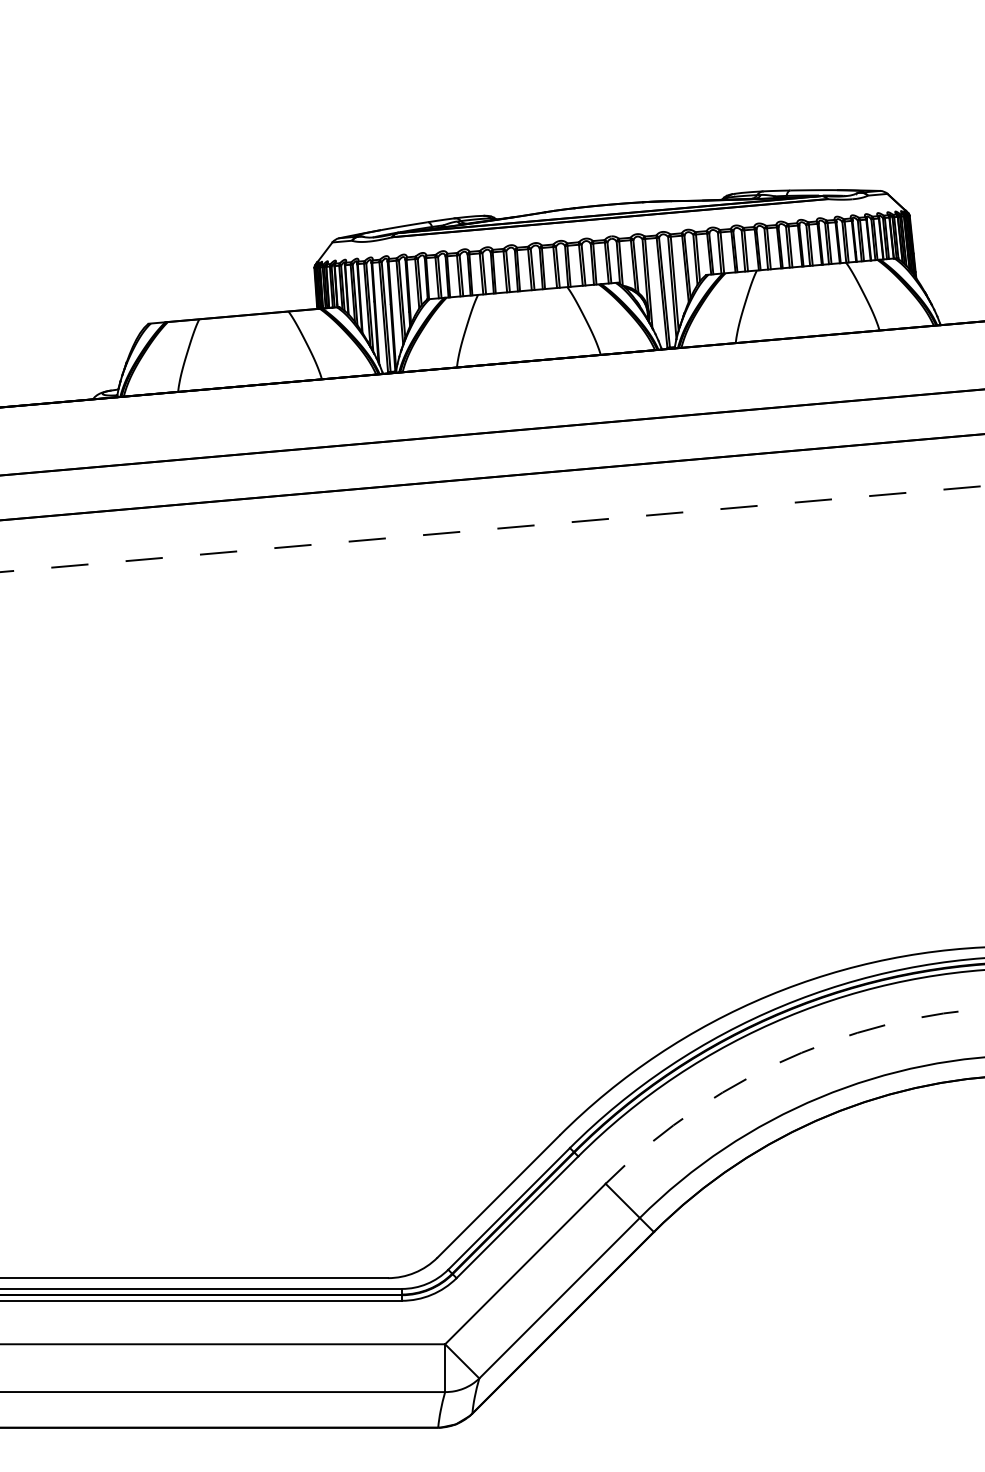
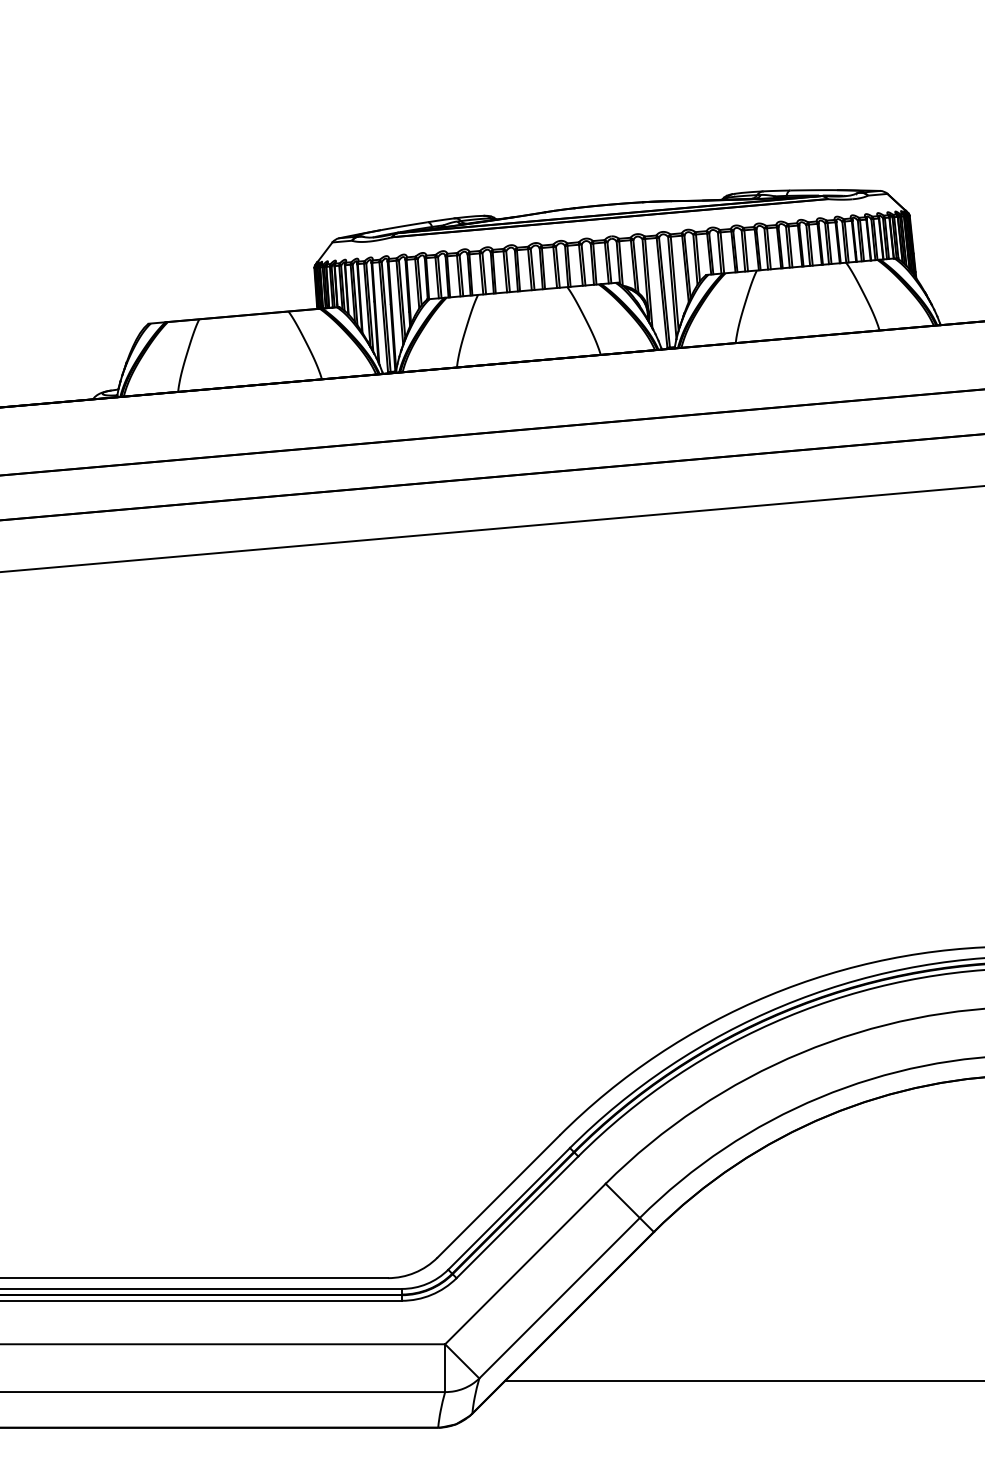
line at (491, 529): dashed -> solid
arc at (779, 1062): dashed -> solid
line at (742, 1381): none -> present
